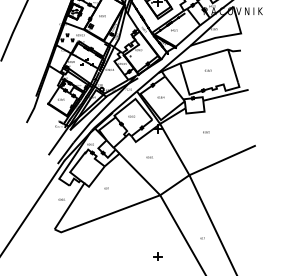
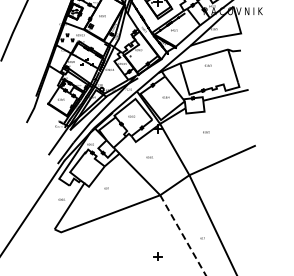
text at (207, 70) position: (207, 70) -> (207, 65)
text at (160, 97) position: (160, 97) -> (165, 97)
line at (183, 235): solid -> dashed
